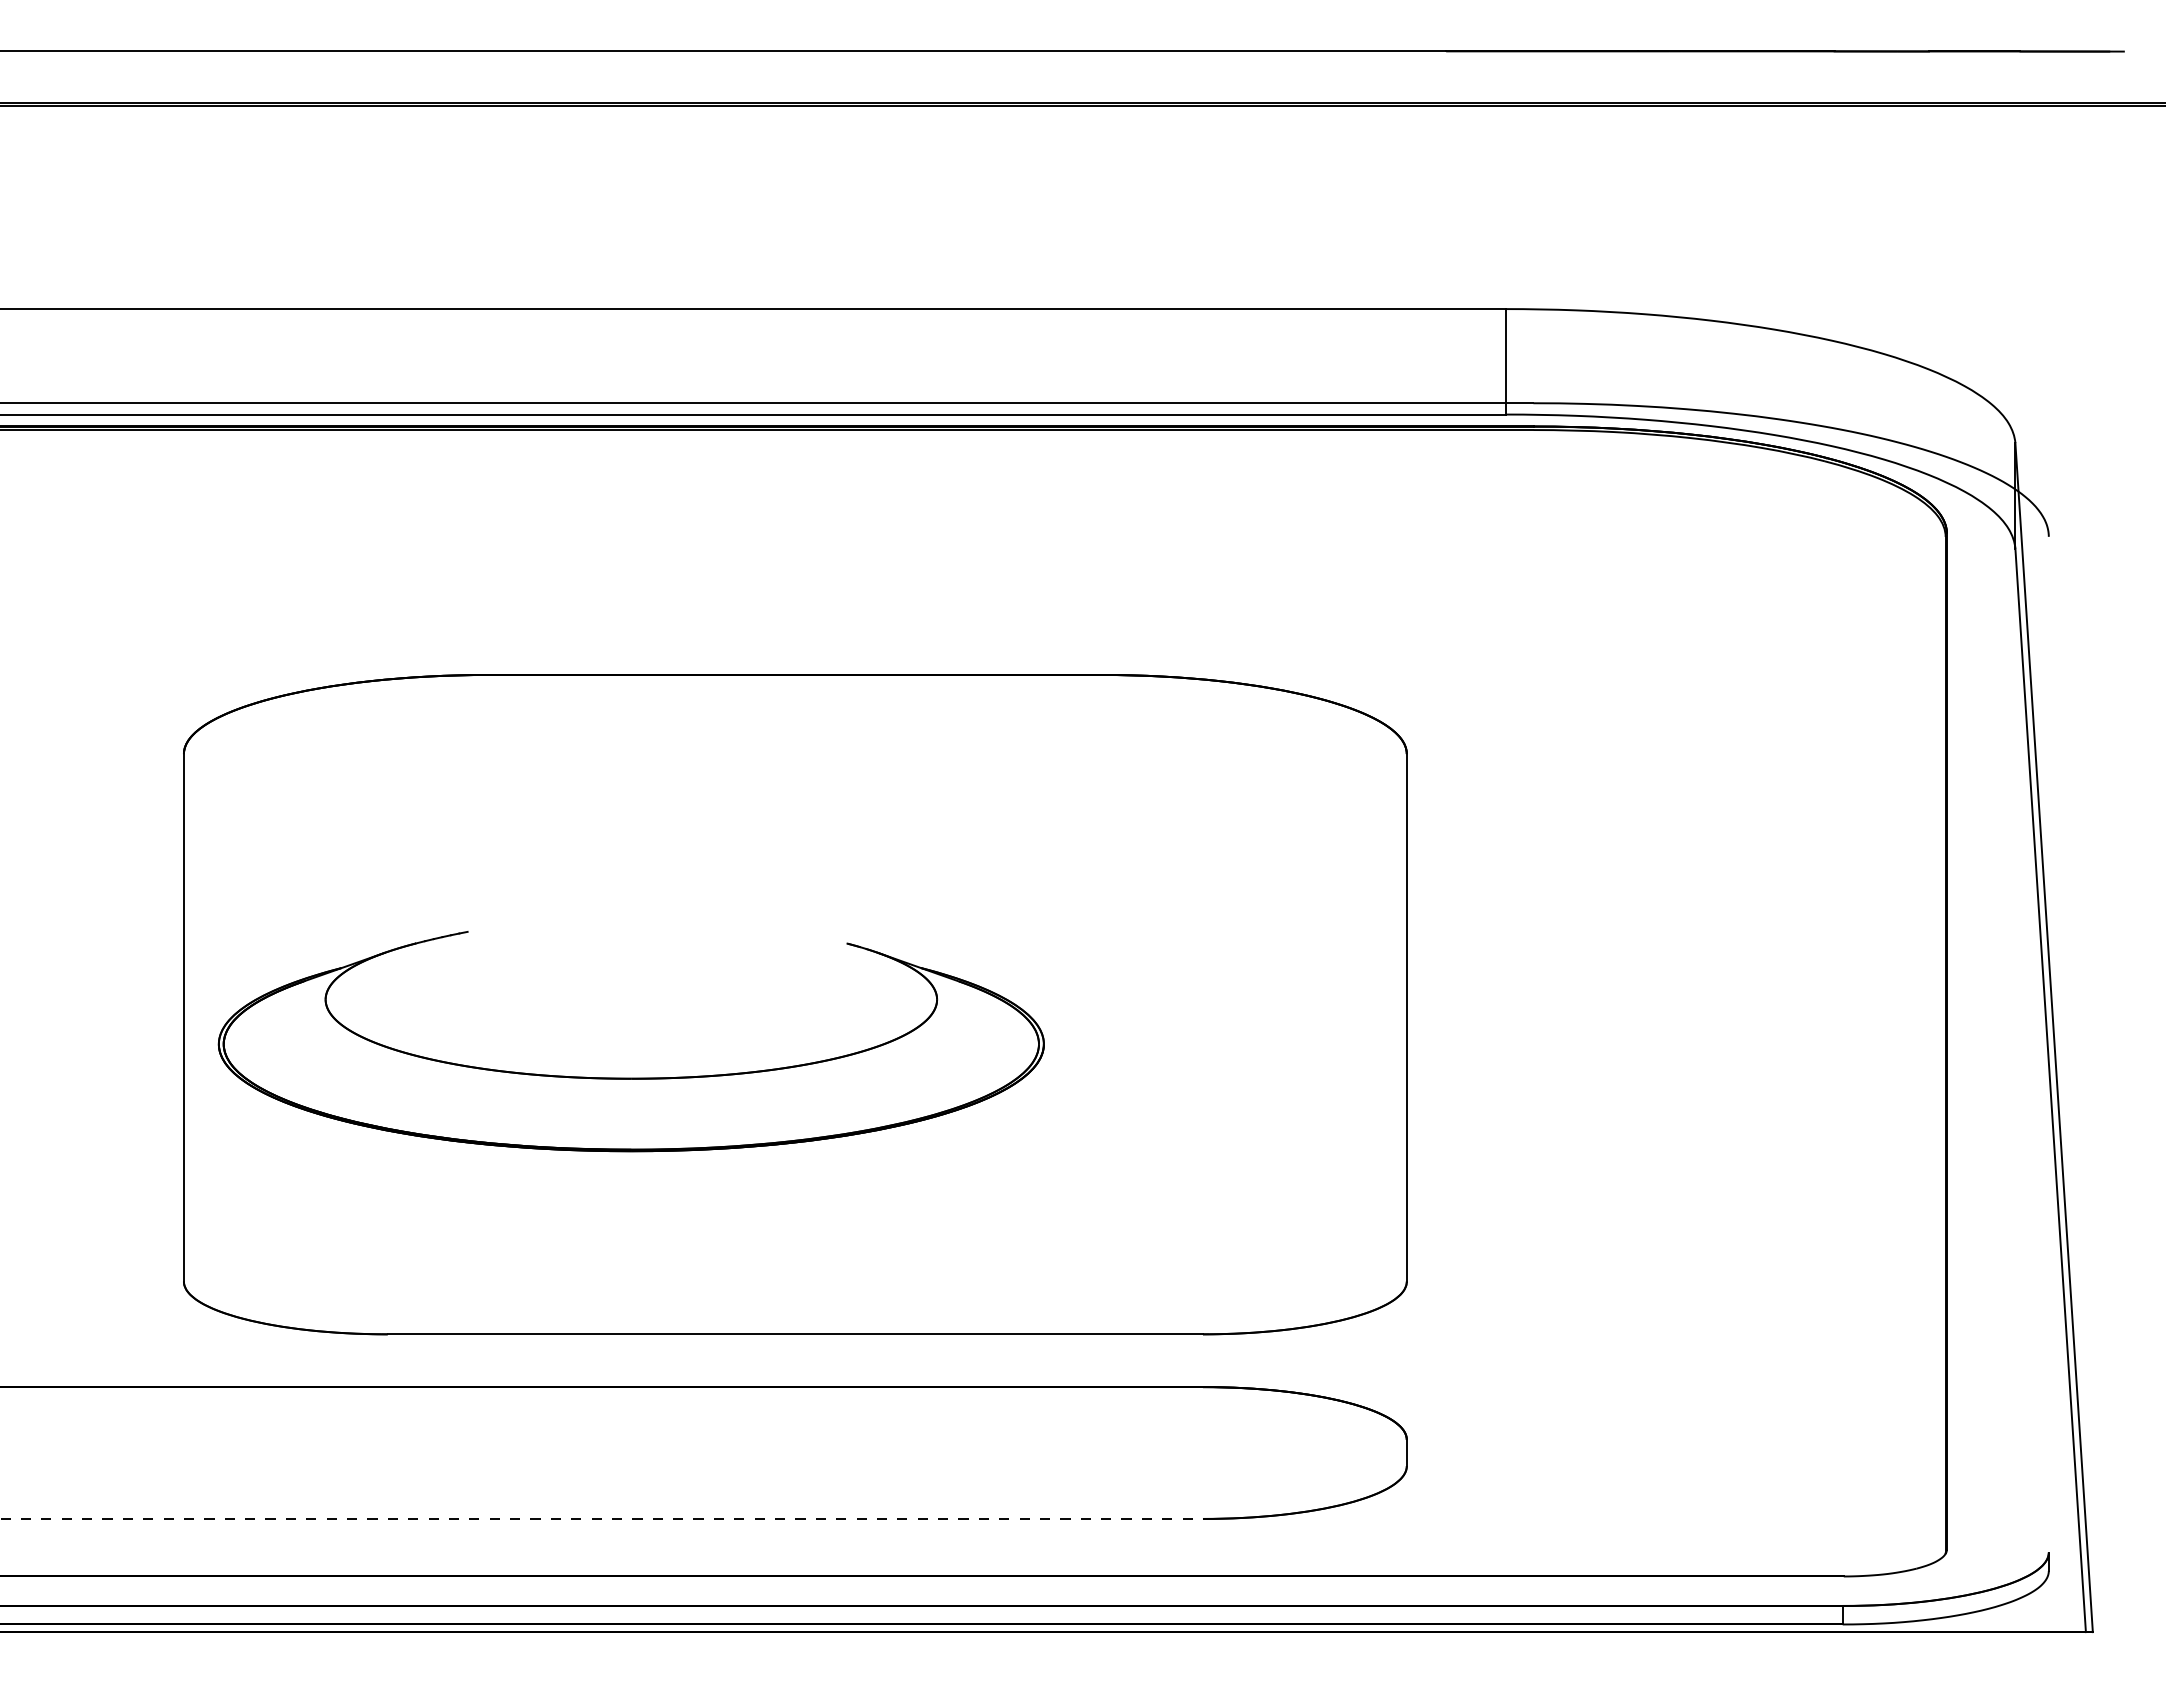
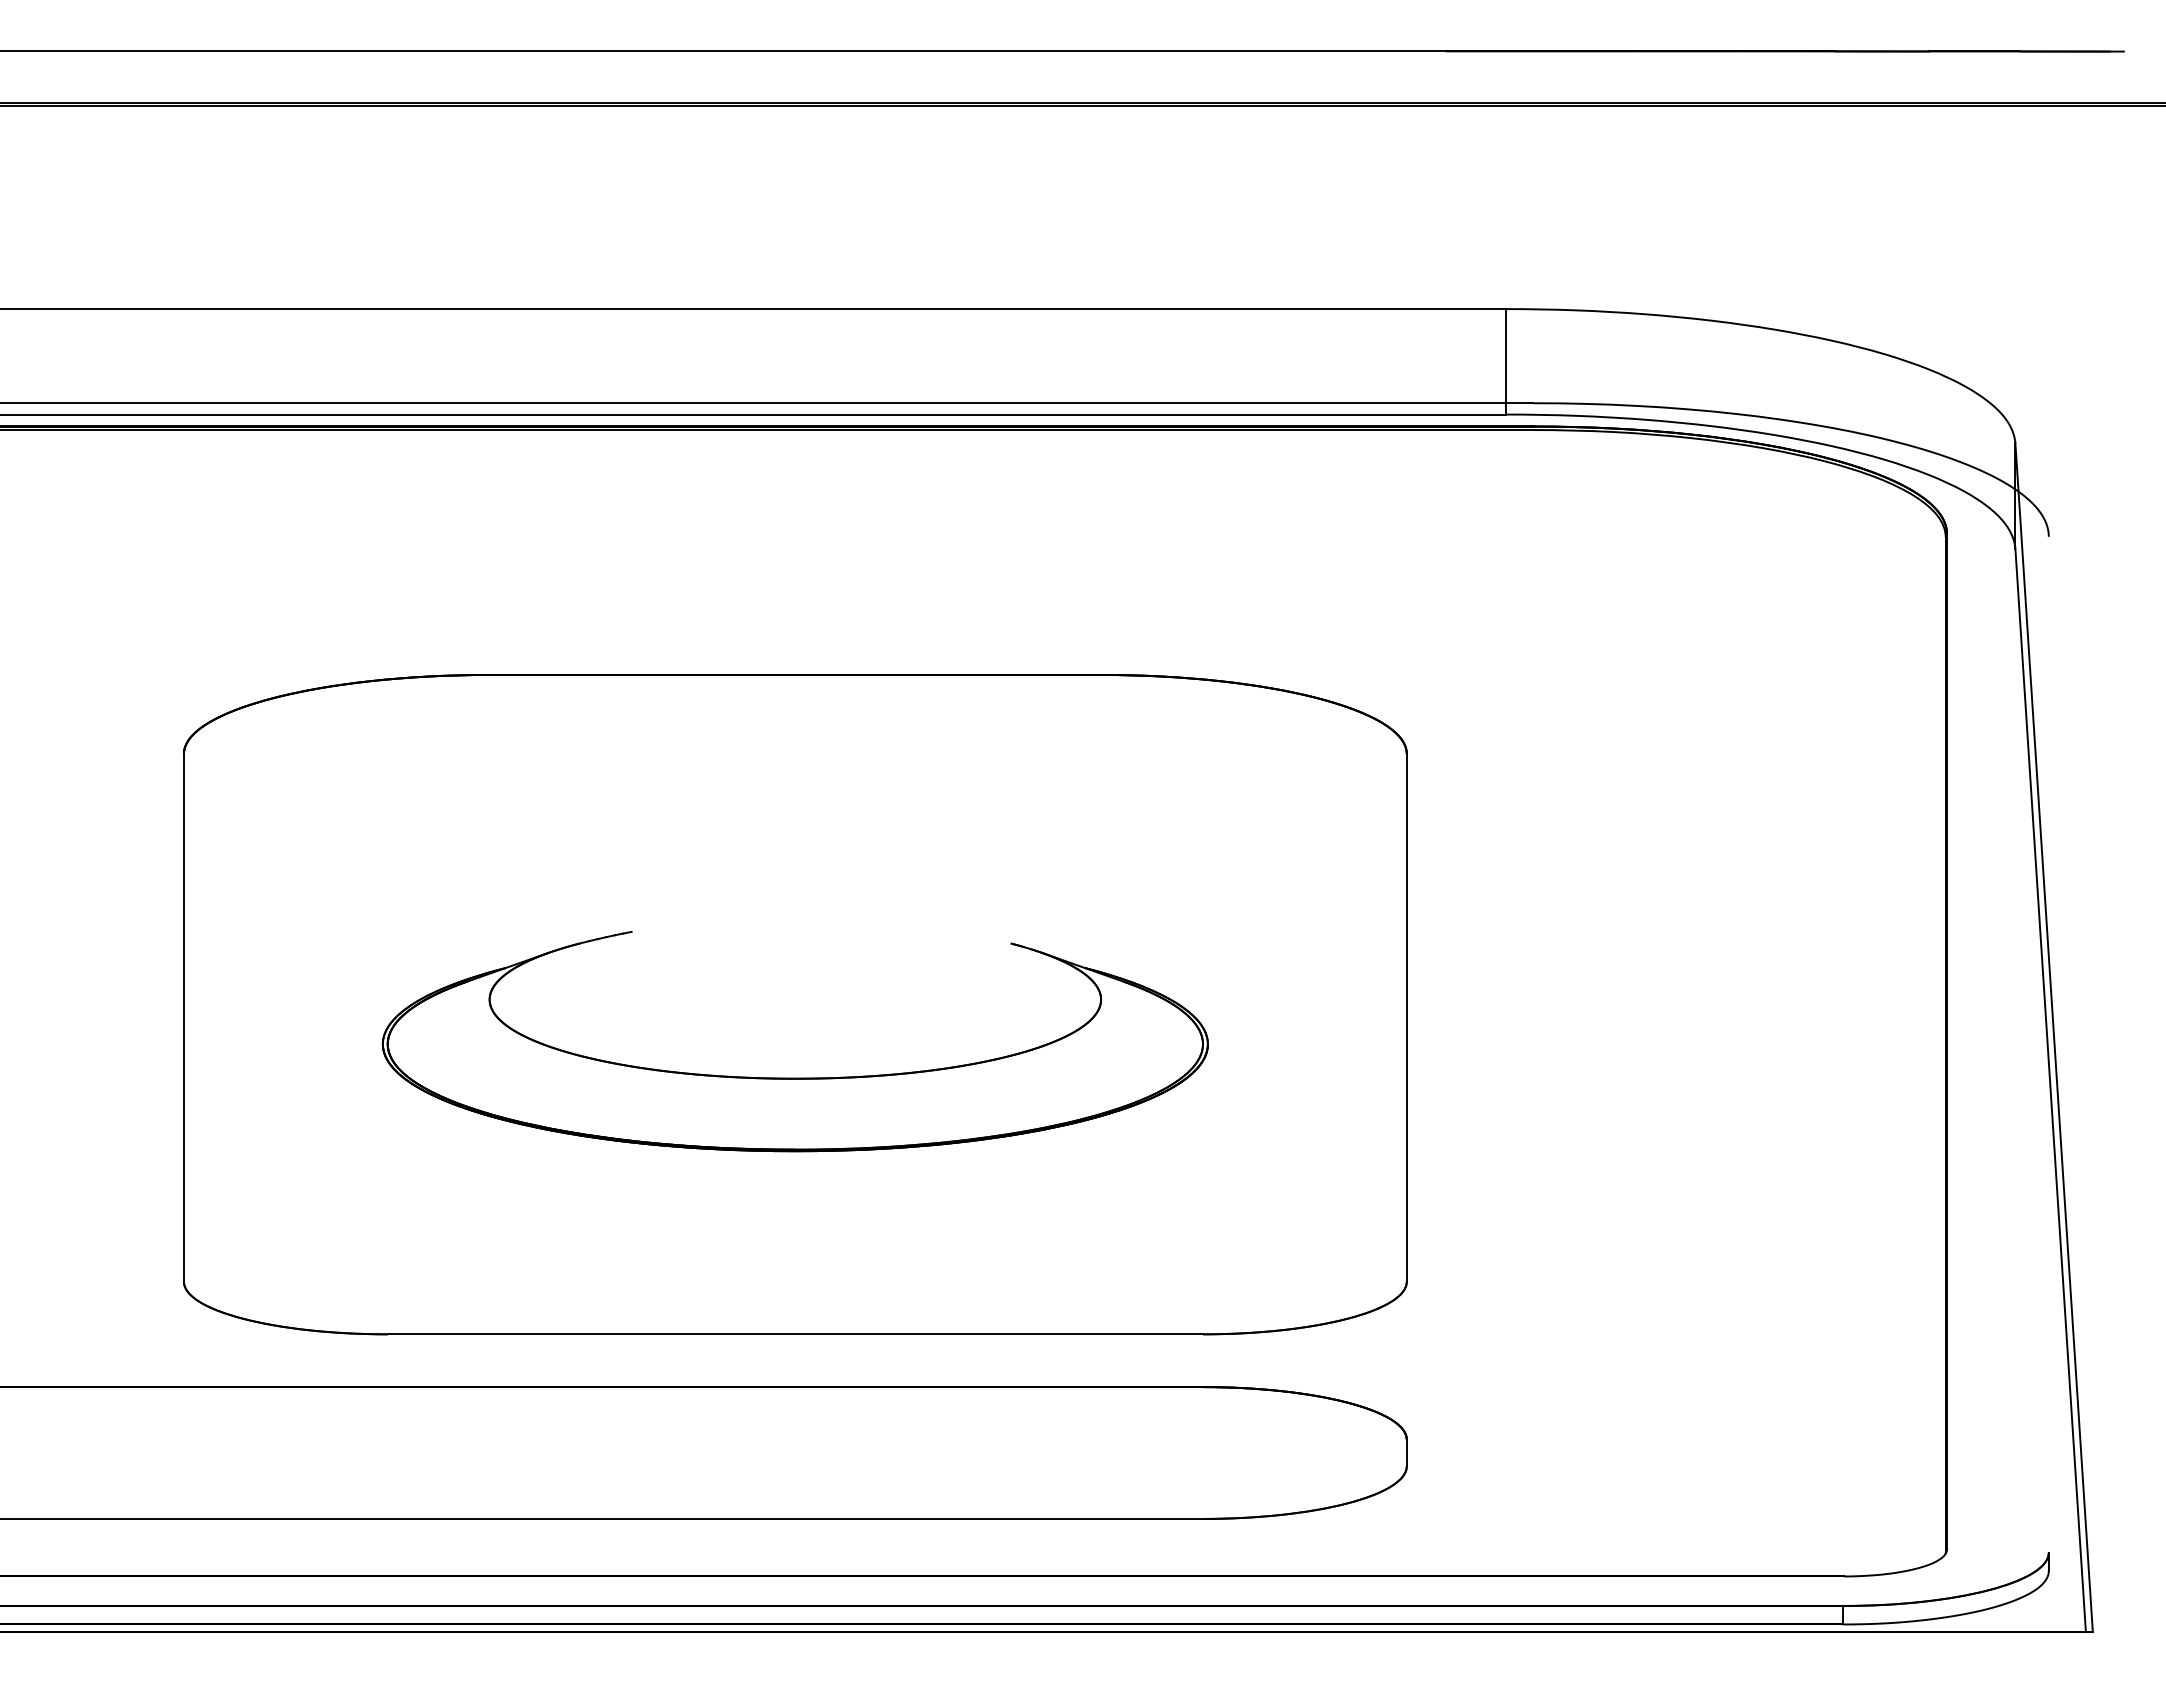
part at (630, 1077) position: (630, 1077) -> (794, 1077)
line at (602, 1518): dashed -> solid
